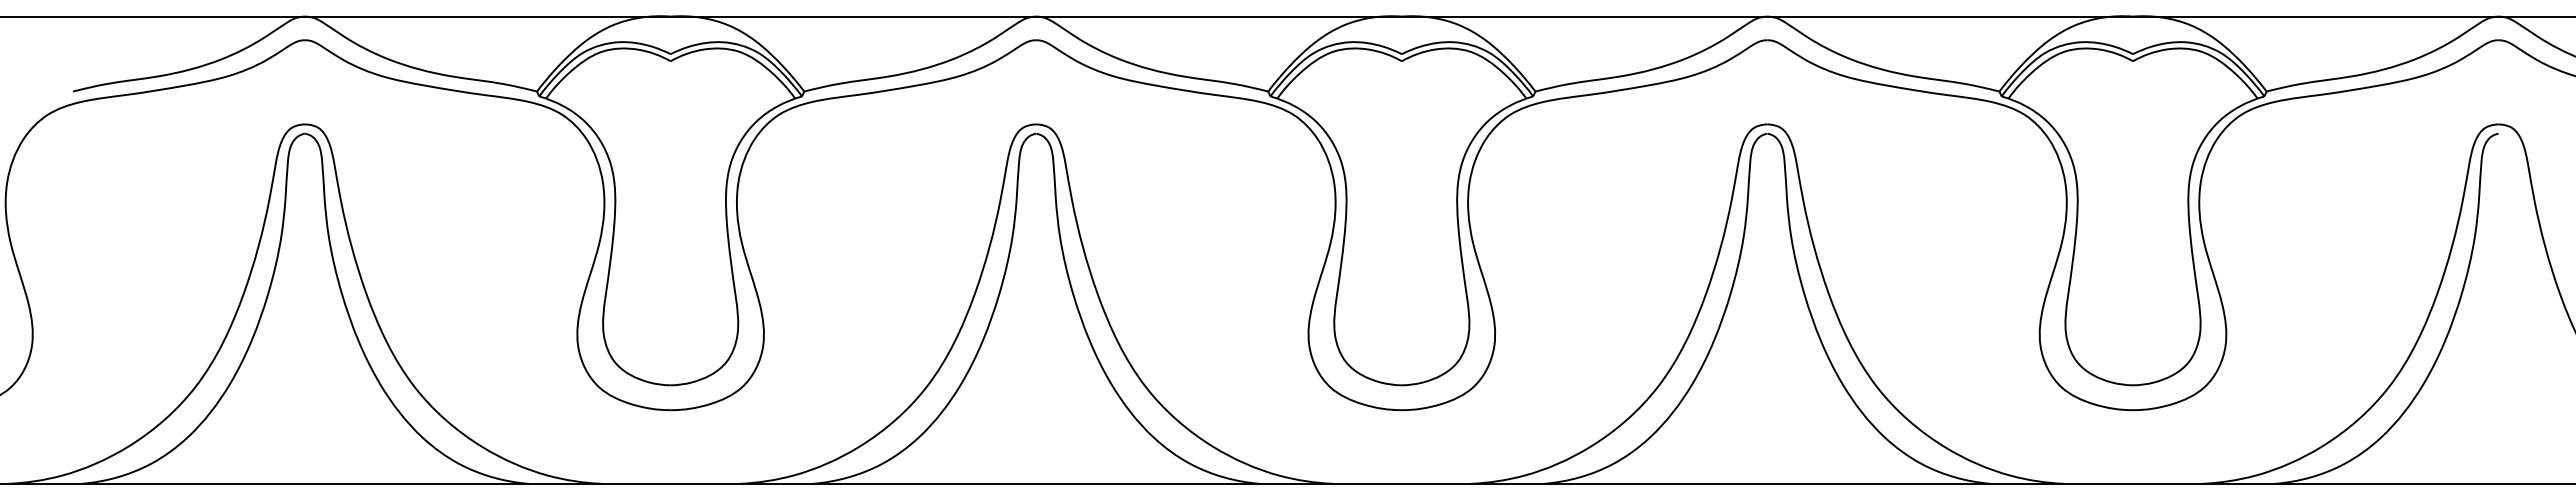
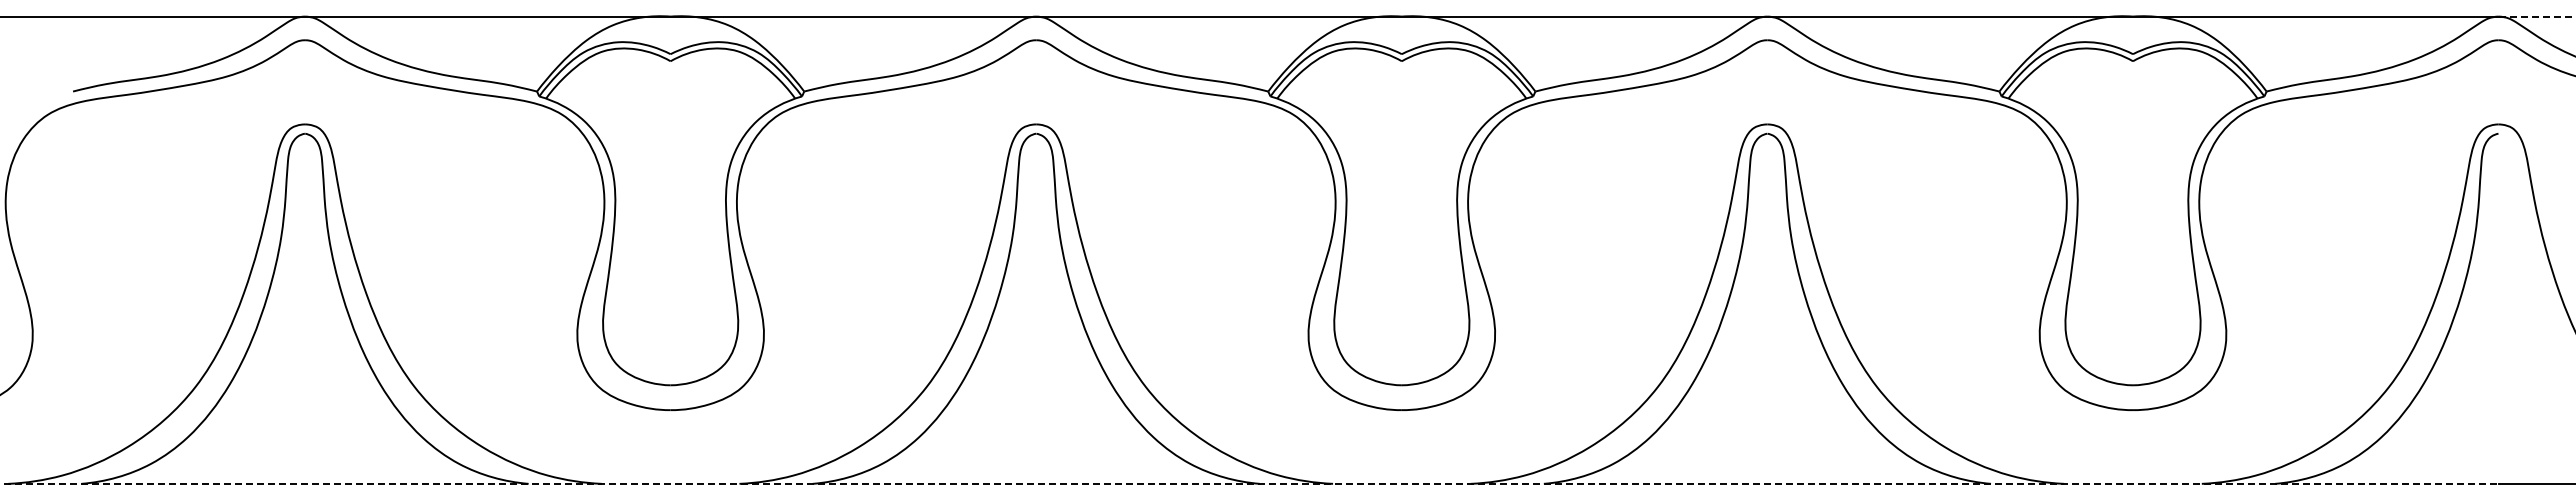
line at (2537, 16): solid -> dashed
line at (1249, 483): solid -> dashed
